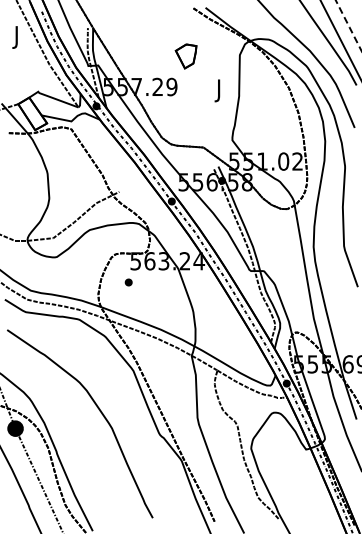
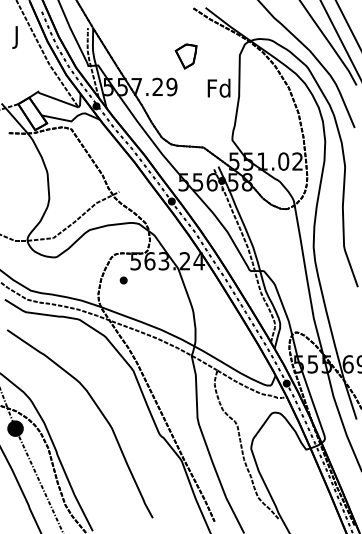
line at (349, 26): dashed -> solid
text at (218, 90): J -> Fd
part at (128, 282) position: (128, 282) -> (123, 280)
